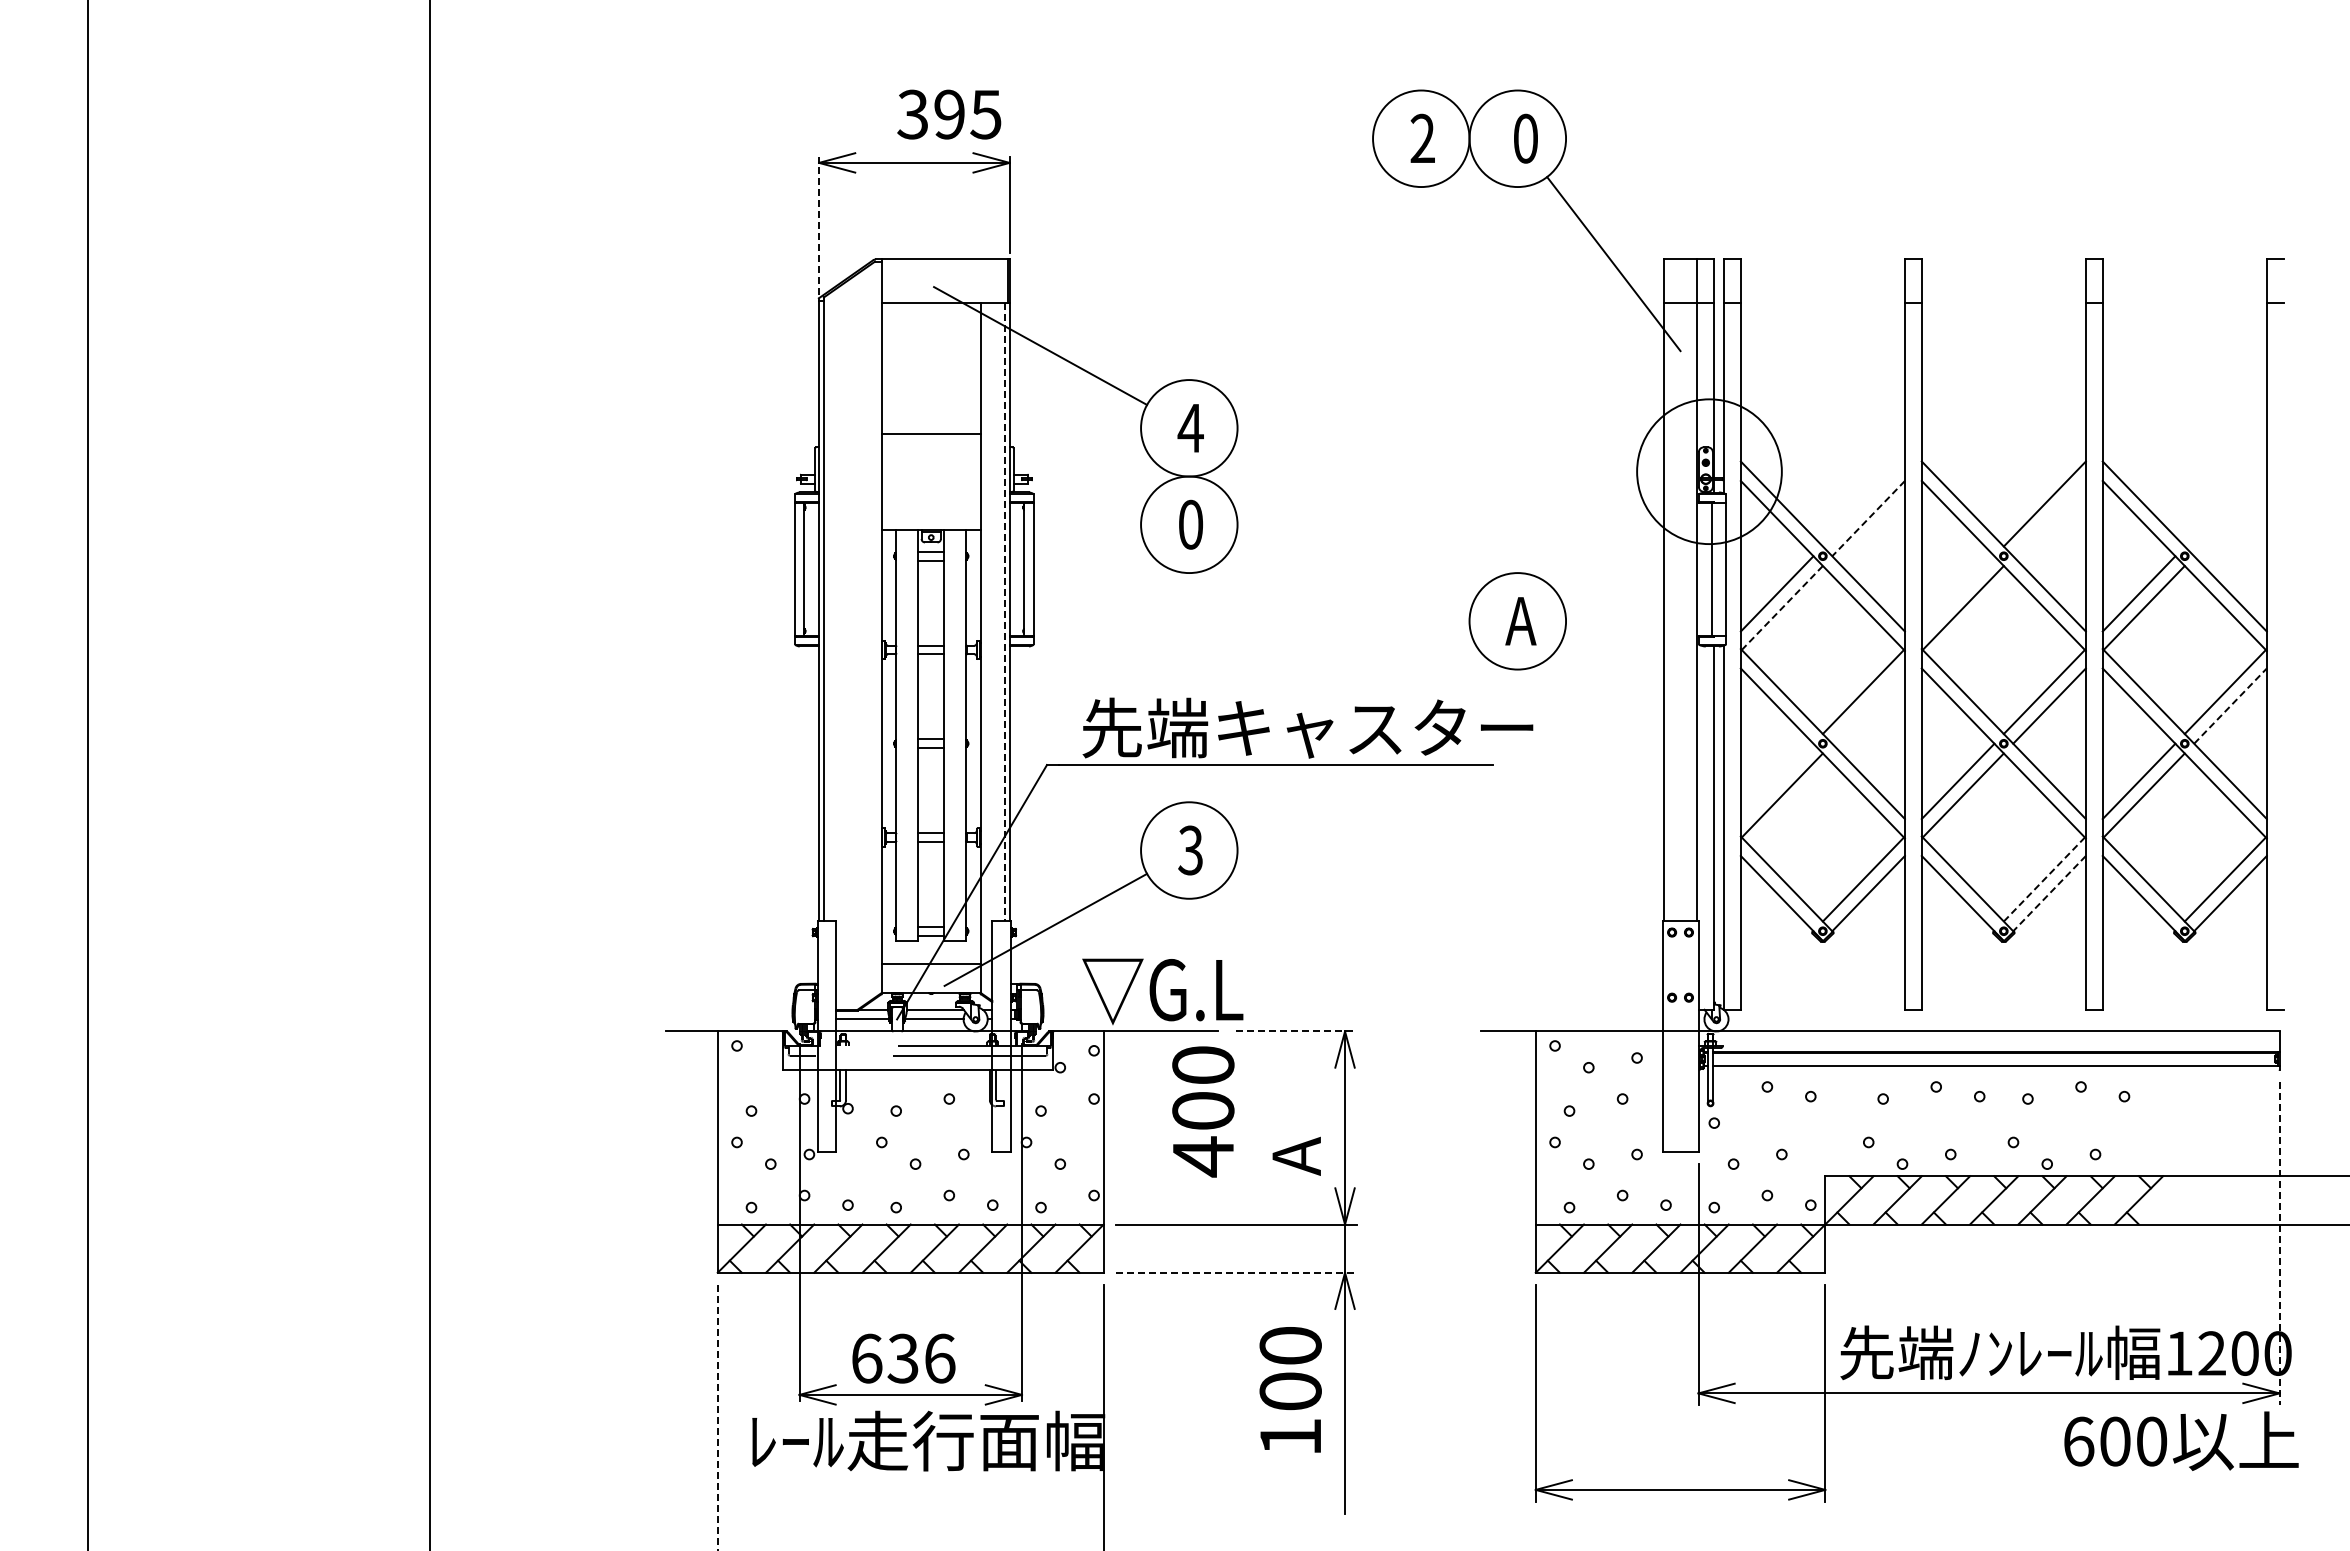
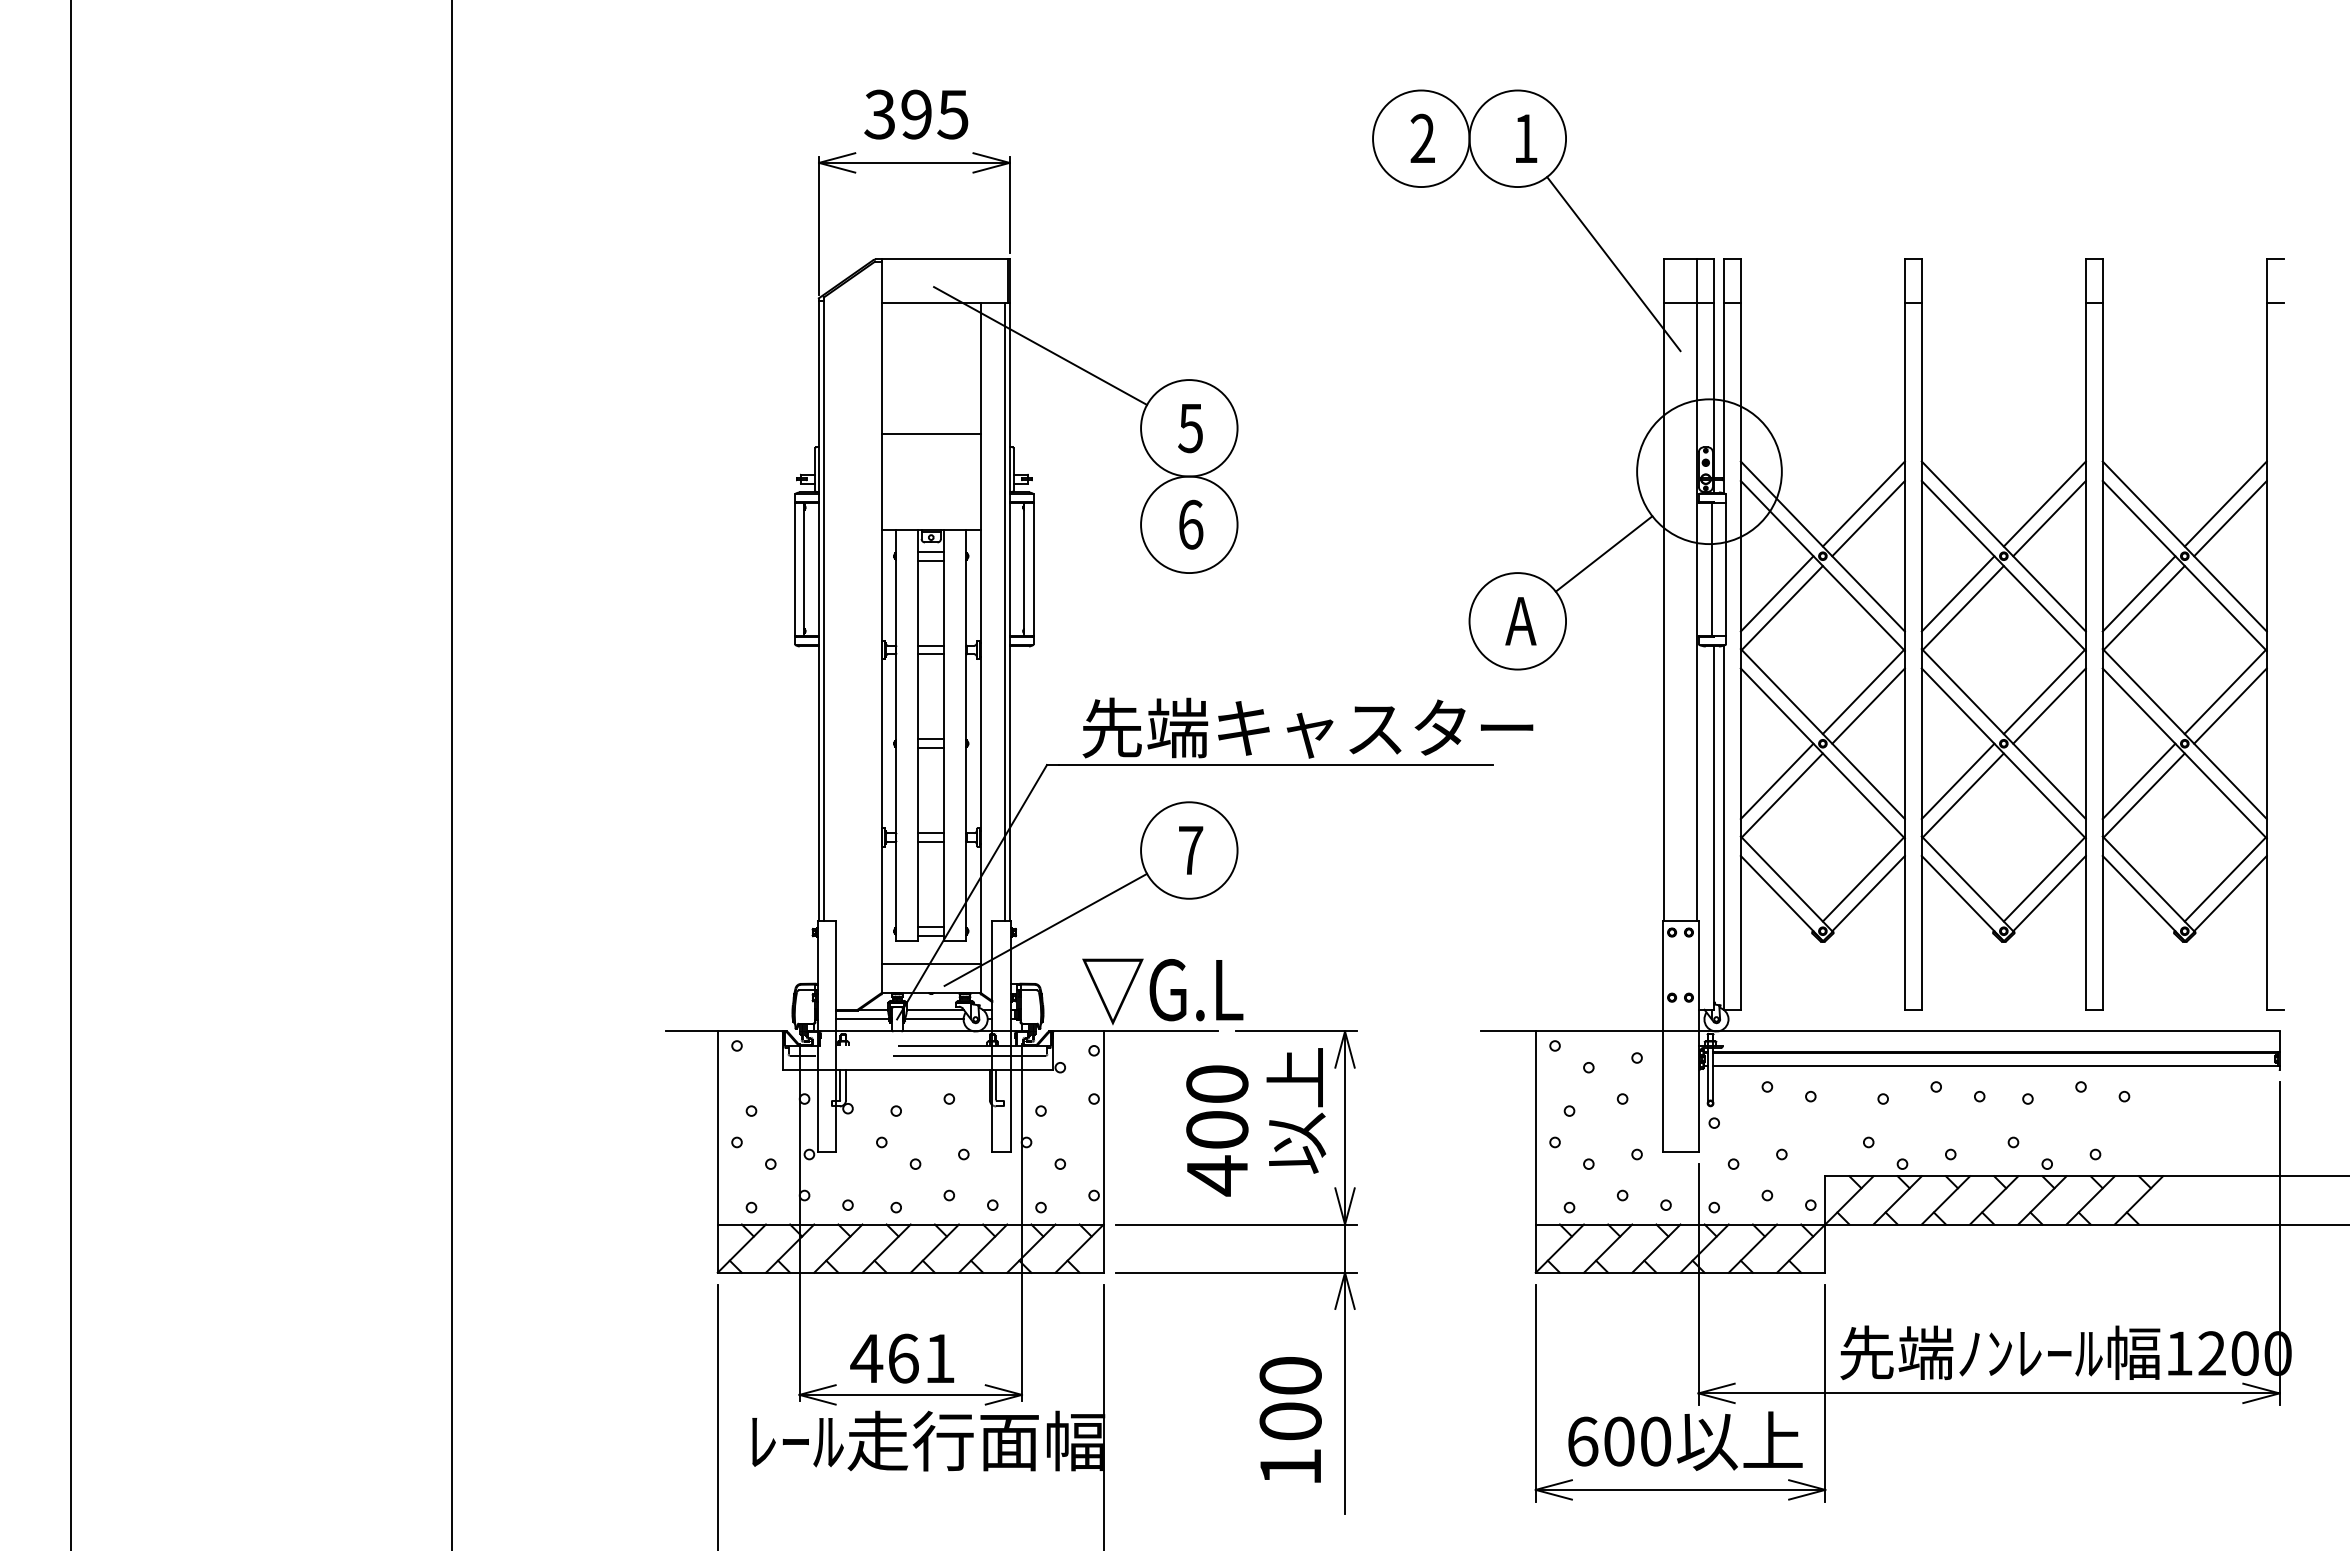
text at (949, 114) position: (949, 114) -> (916, 114)
text at (1525, 138): 0 -> 1
line at (819, 225): dashed -> solid
text at (1190, 428): 4 -> 5
line at (1863, 503): none -> present
line at (2225, 503): none -> present
line at (1868, 518): dashed -> solid
line at (2049, 518): none -> present
line at (2230, 518): none -> present
text at (1191, 524): 0 -> 6
line at (1603, 553): none -> present
line at (1957, 593): none -> present
line at (1781, 608): dashed -> solid
line at (1004, 611): dashed -> solid
line at (1868, 705): none -> present
line at (2230, 705): dashed -> solid
line at (87, 774) position: (87, 774) -> (70, 774)
line at (429, 774) position: (429, 774) -> (451, 774)
line at (1776, 781): none -> present
text at (1190, 850): 3 -> 7
line at (2044, 879): dashed -> solid
line at (2049, 893): dashed -> solid
line at (1297, 1031): dashed -> solid
text at (1203, 1111) position: (1203, 1111) -> (1217, 1130)
text at (1296, 1111): A -> 以上
line at (2279, 1243): dashed -> solid
line at (1236, 1272): dashed -> solid
text at (902, 1358): 636 -> 461
text at (1290, 1389) position: (1290, 1389) -> (1290, 1419)
line at (717, 1417): dashed -> solid
text at (2181, 1440) position: (2181, 1440) -> (1685, 1440)
